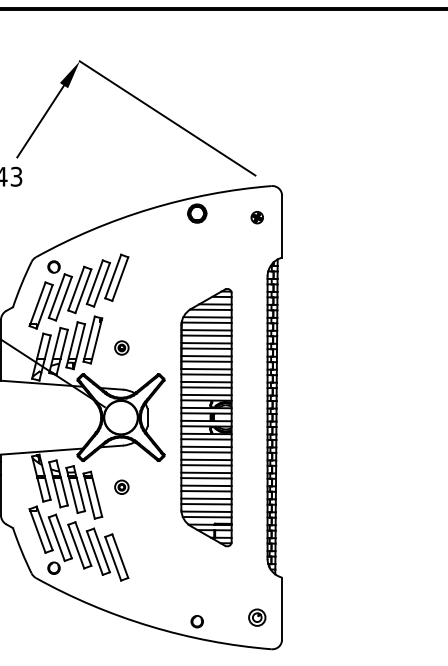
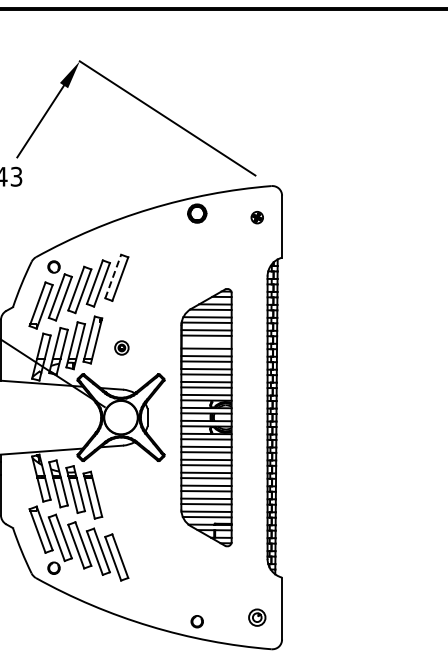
line at (113, 276): solid -> dashed
line at (206, 343): present -> none
part at (121, 486): present -> none
